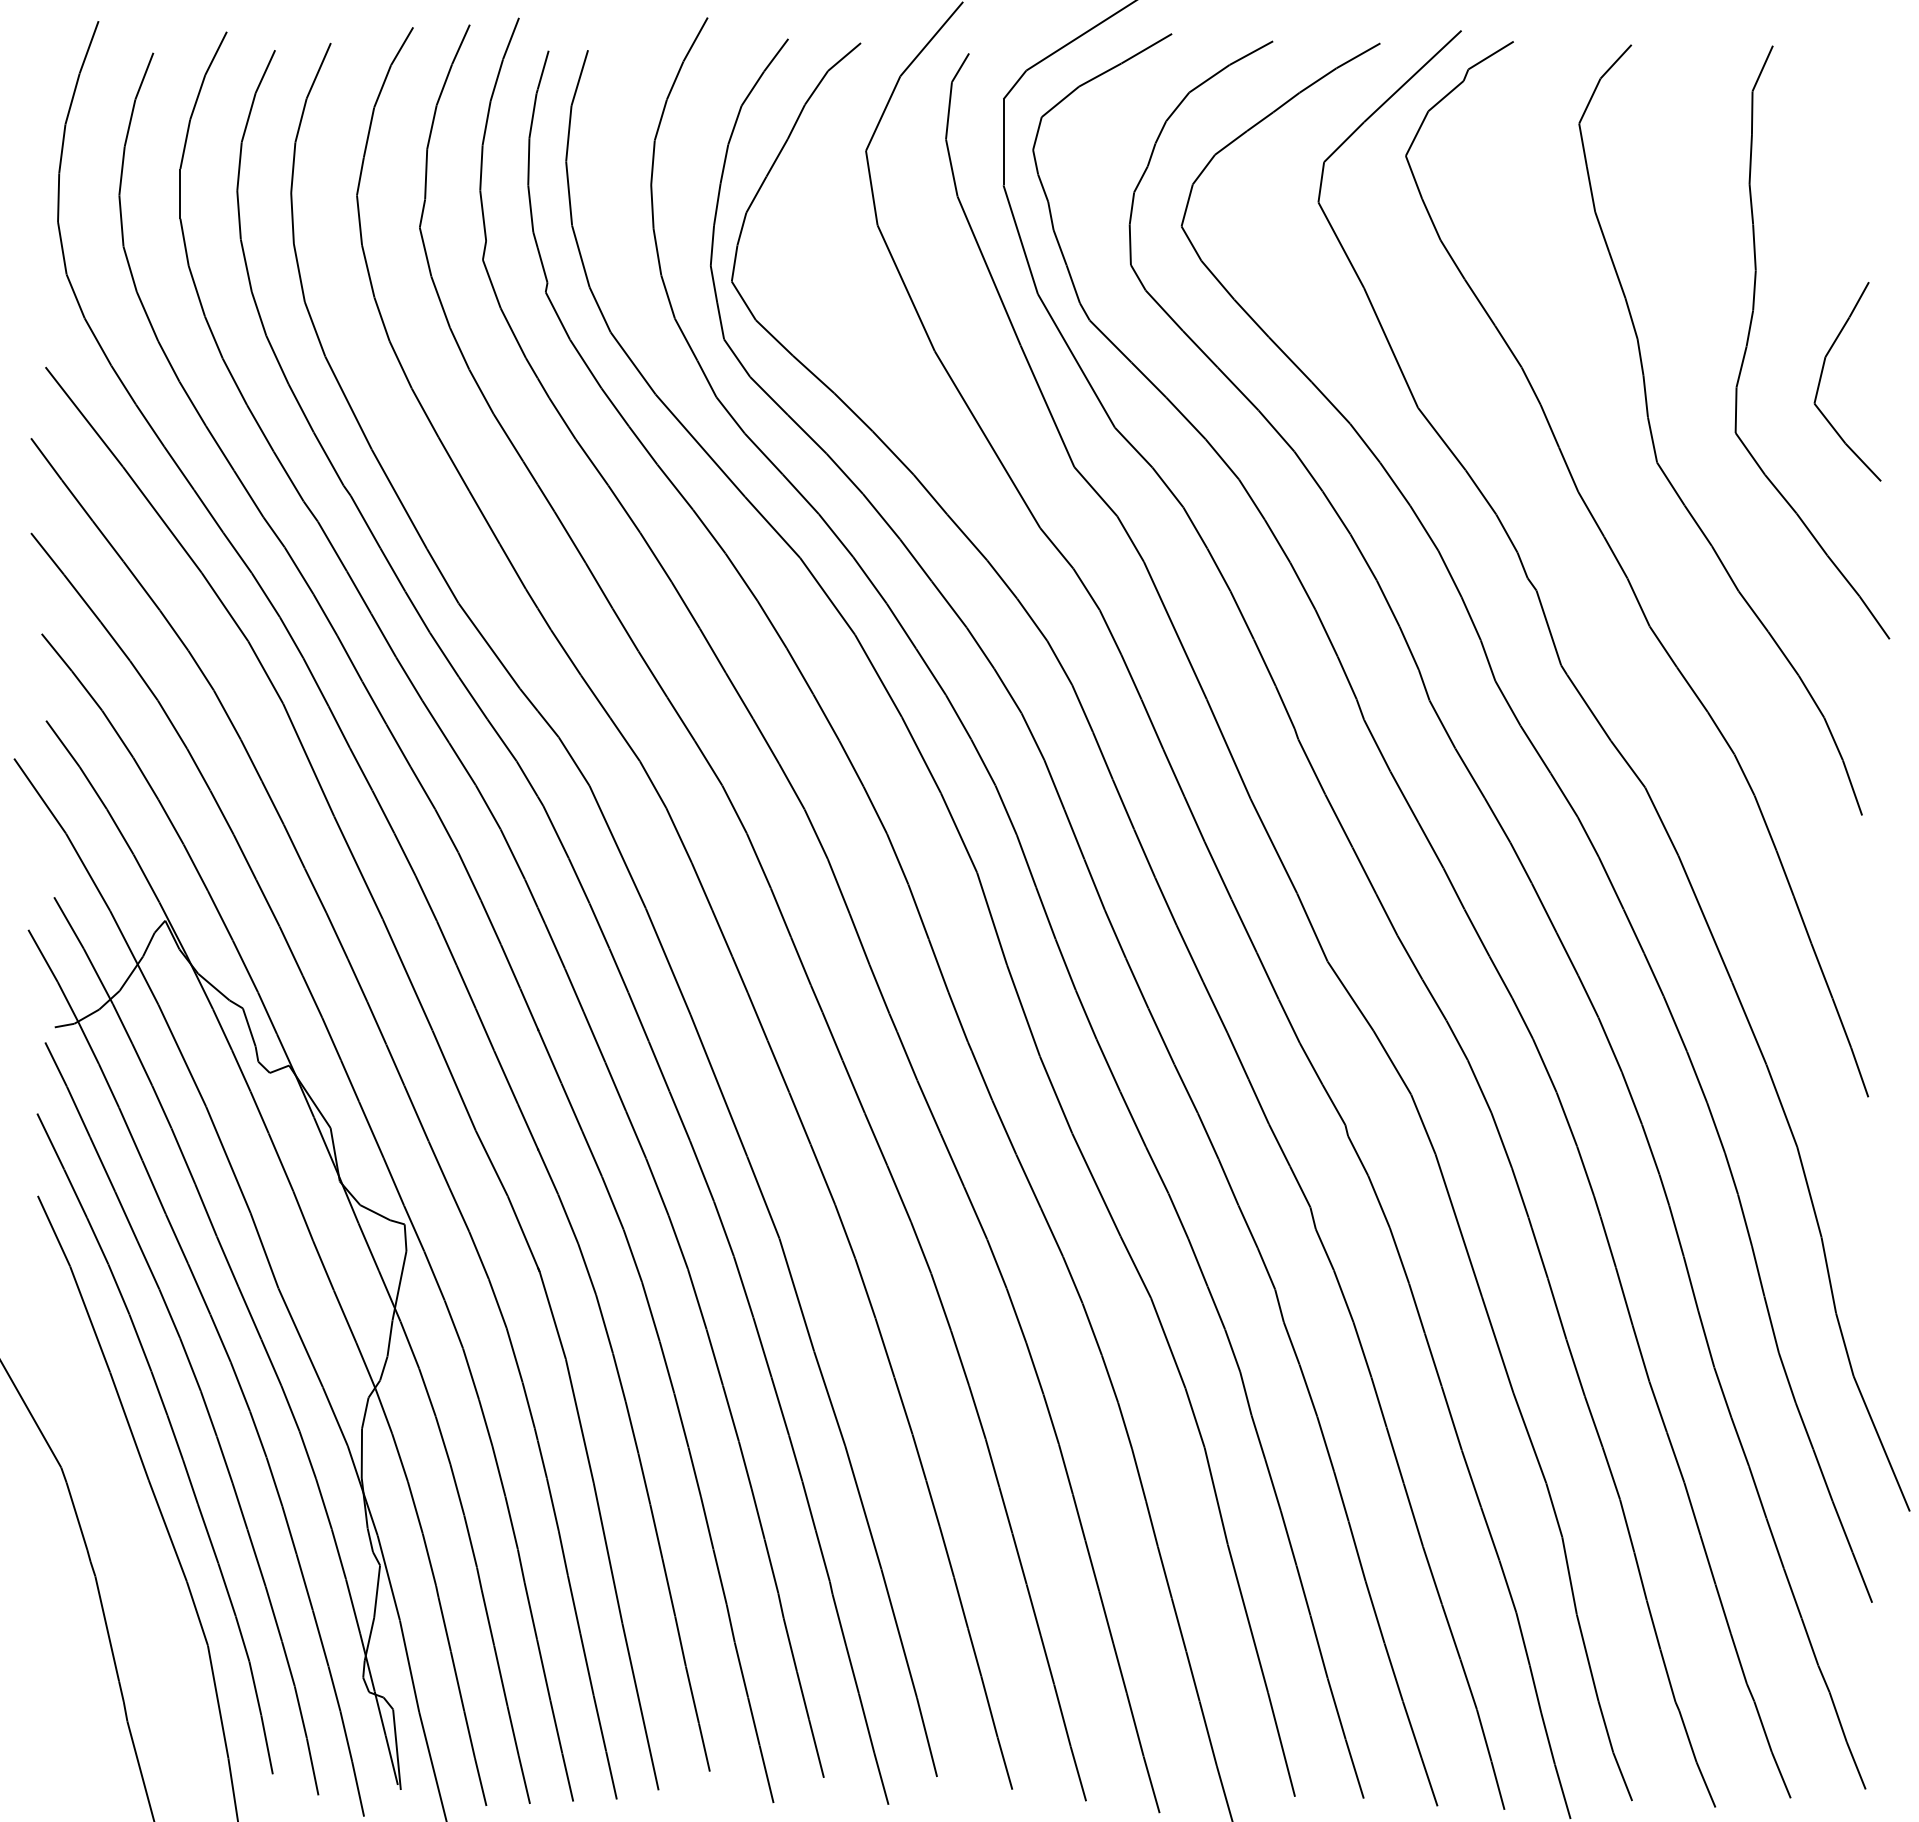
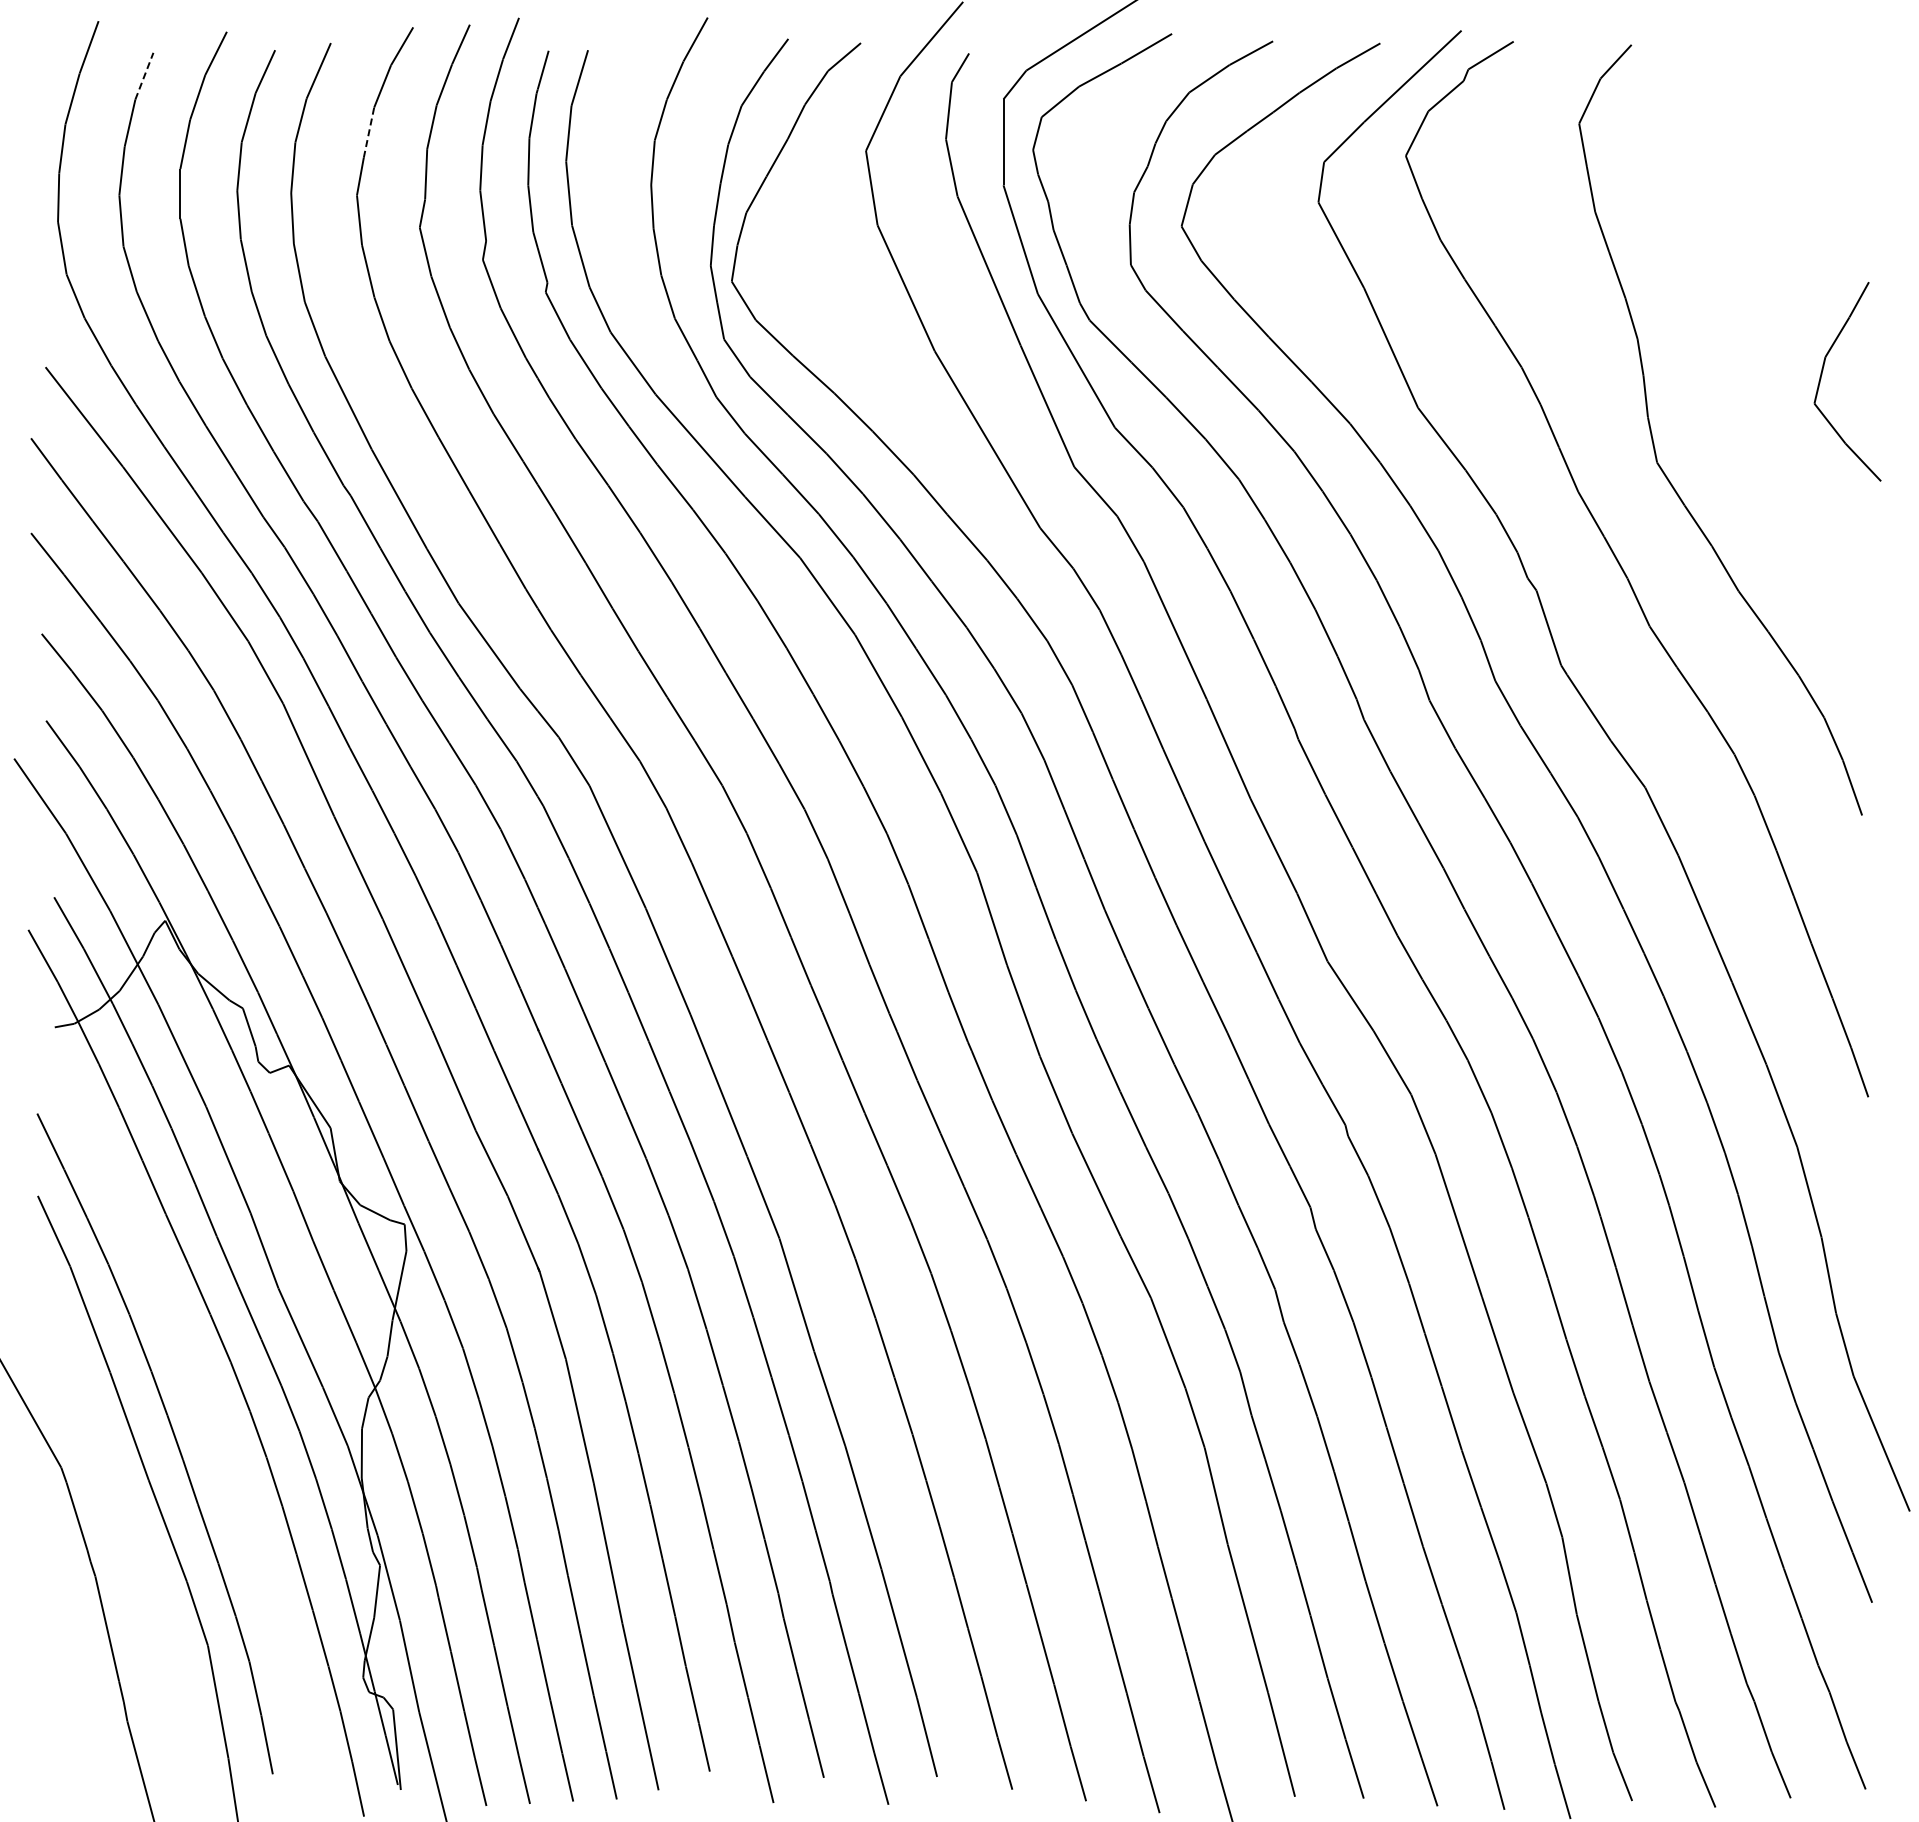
line at (144, 75): solid -> dashed
line at (369, 132): solid -> dashed
part at (1750, 332): present -> none
part at (206, 1410): present -> none
